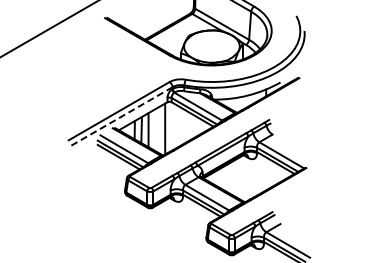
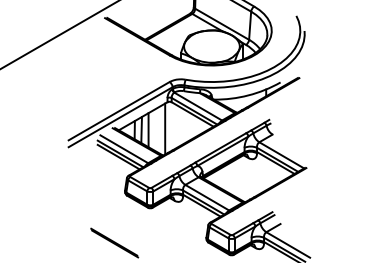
line at (48, 28) position: (48, 28) -> (59, 34)
line at (120, 117): dashed -> solid
line at (114, 242): none -> present
